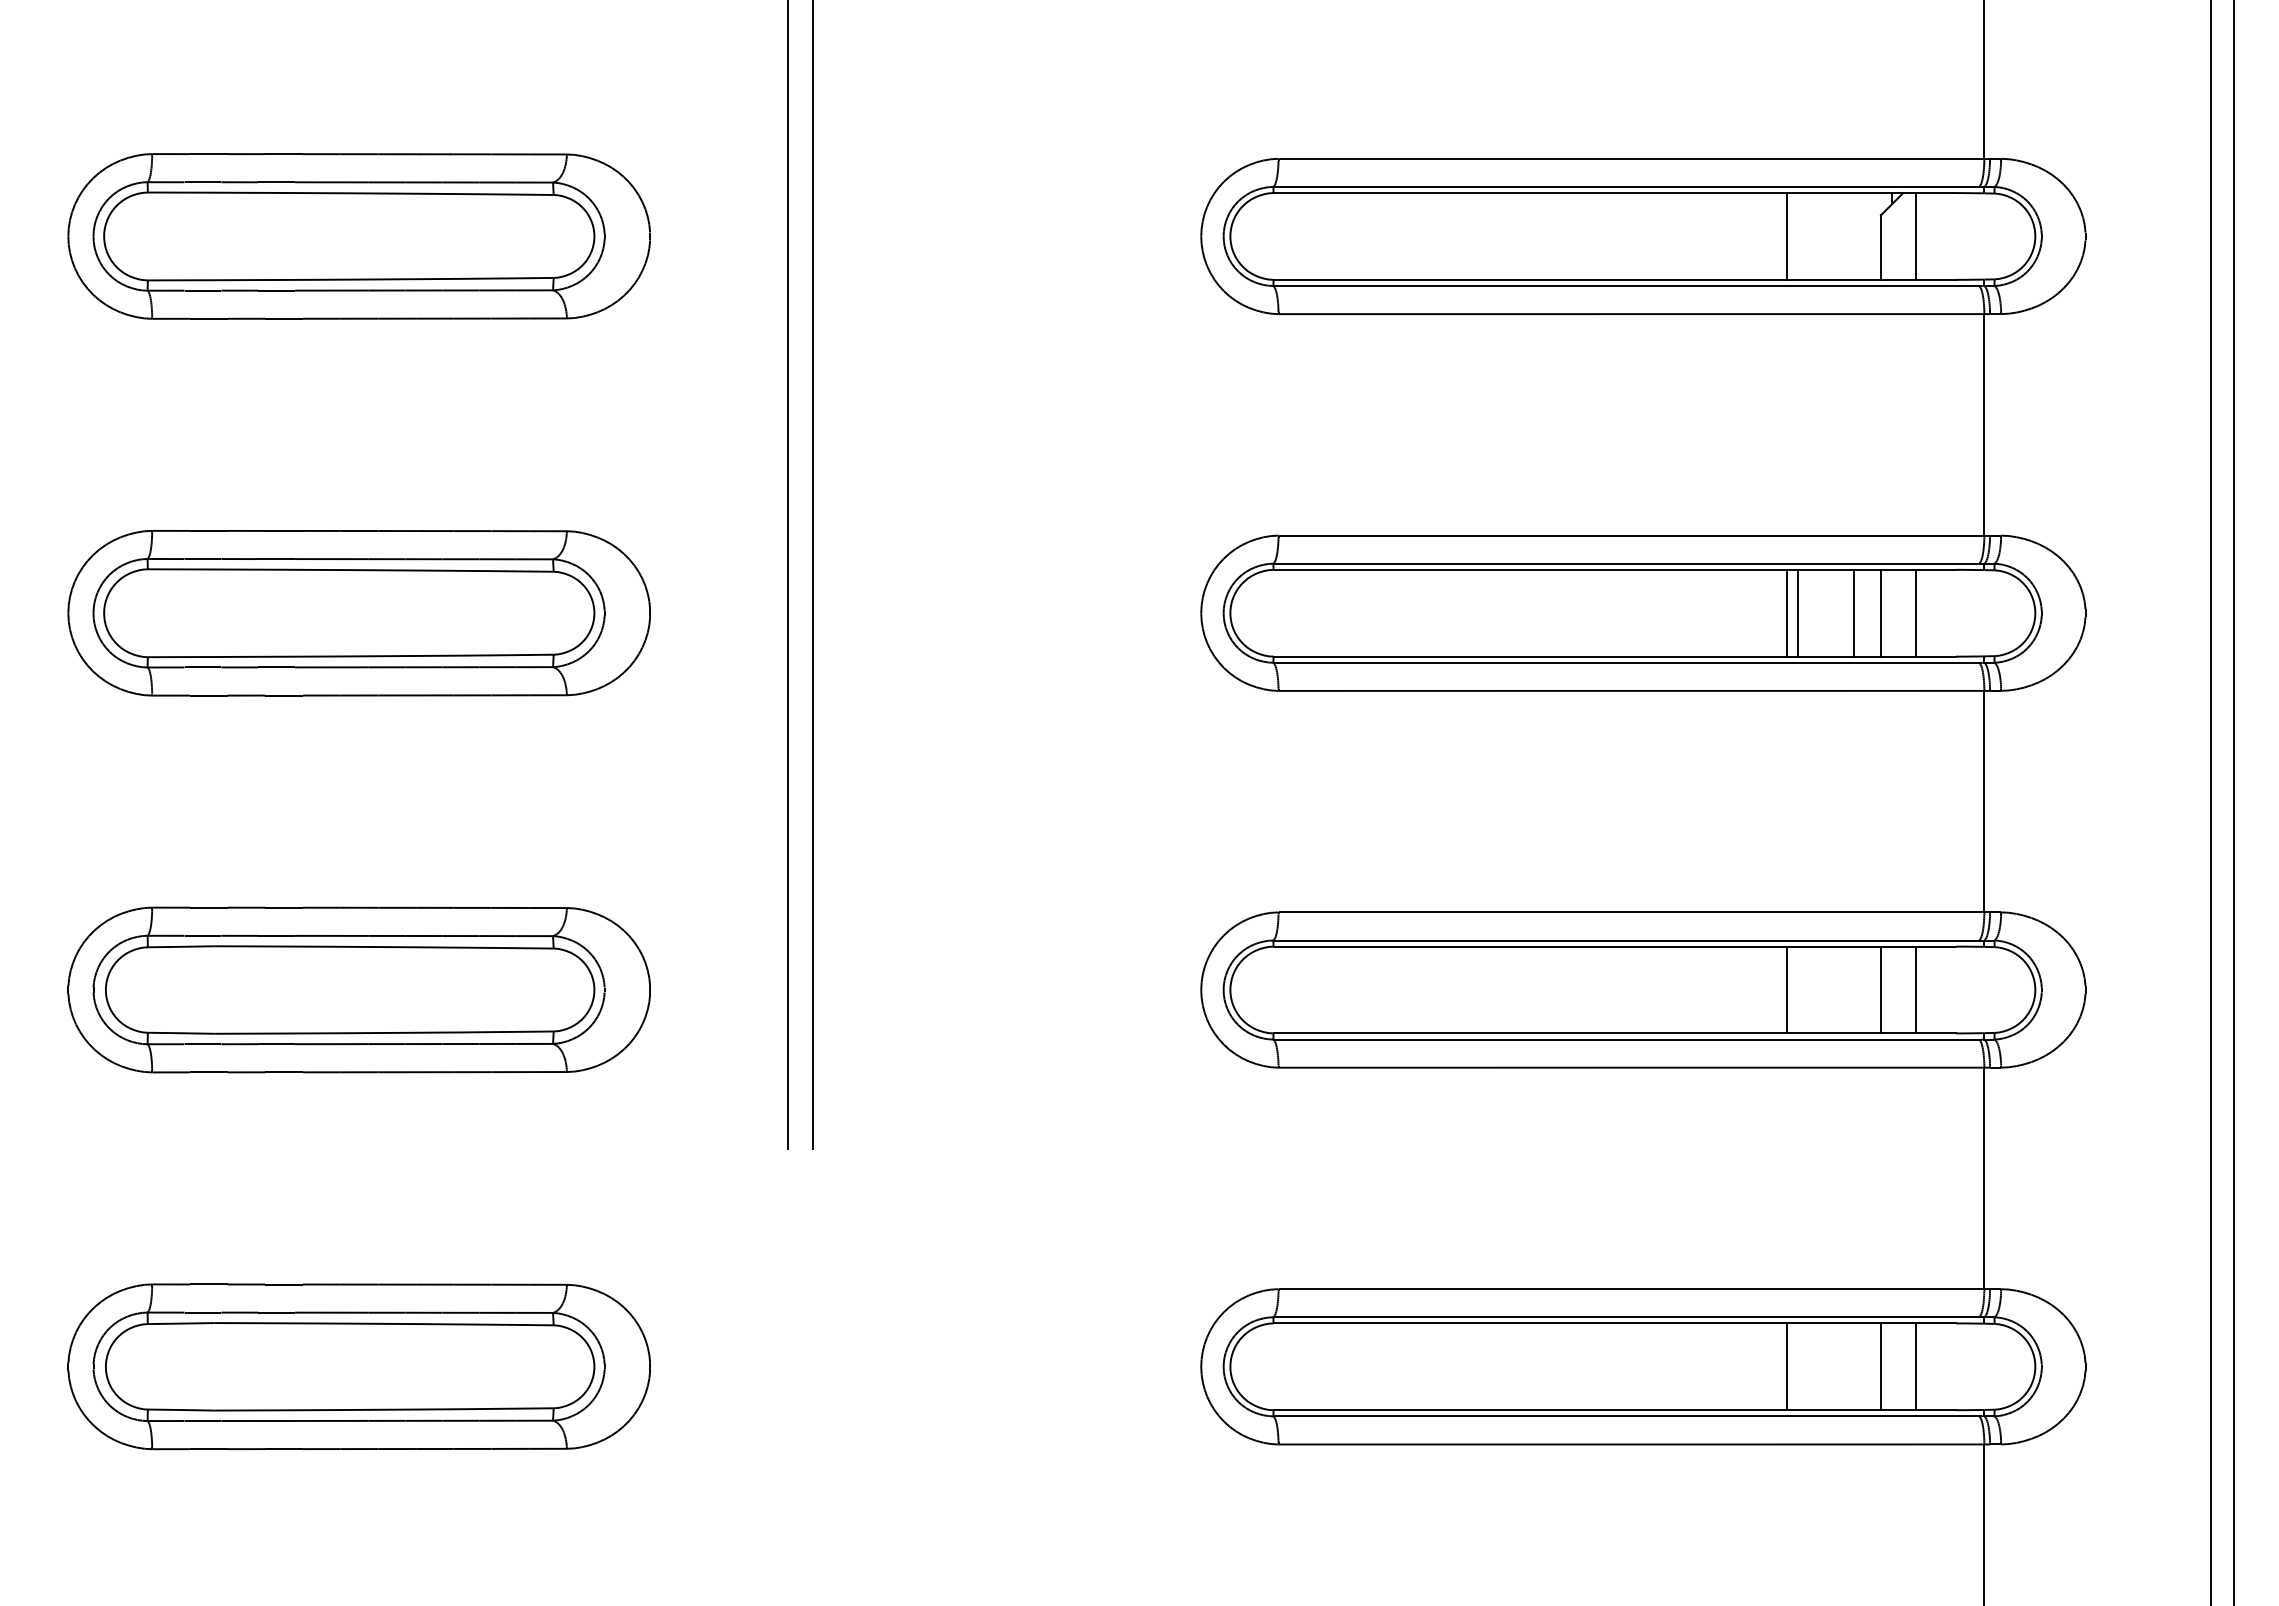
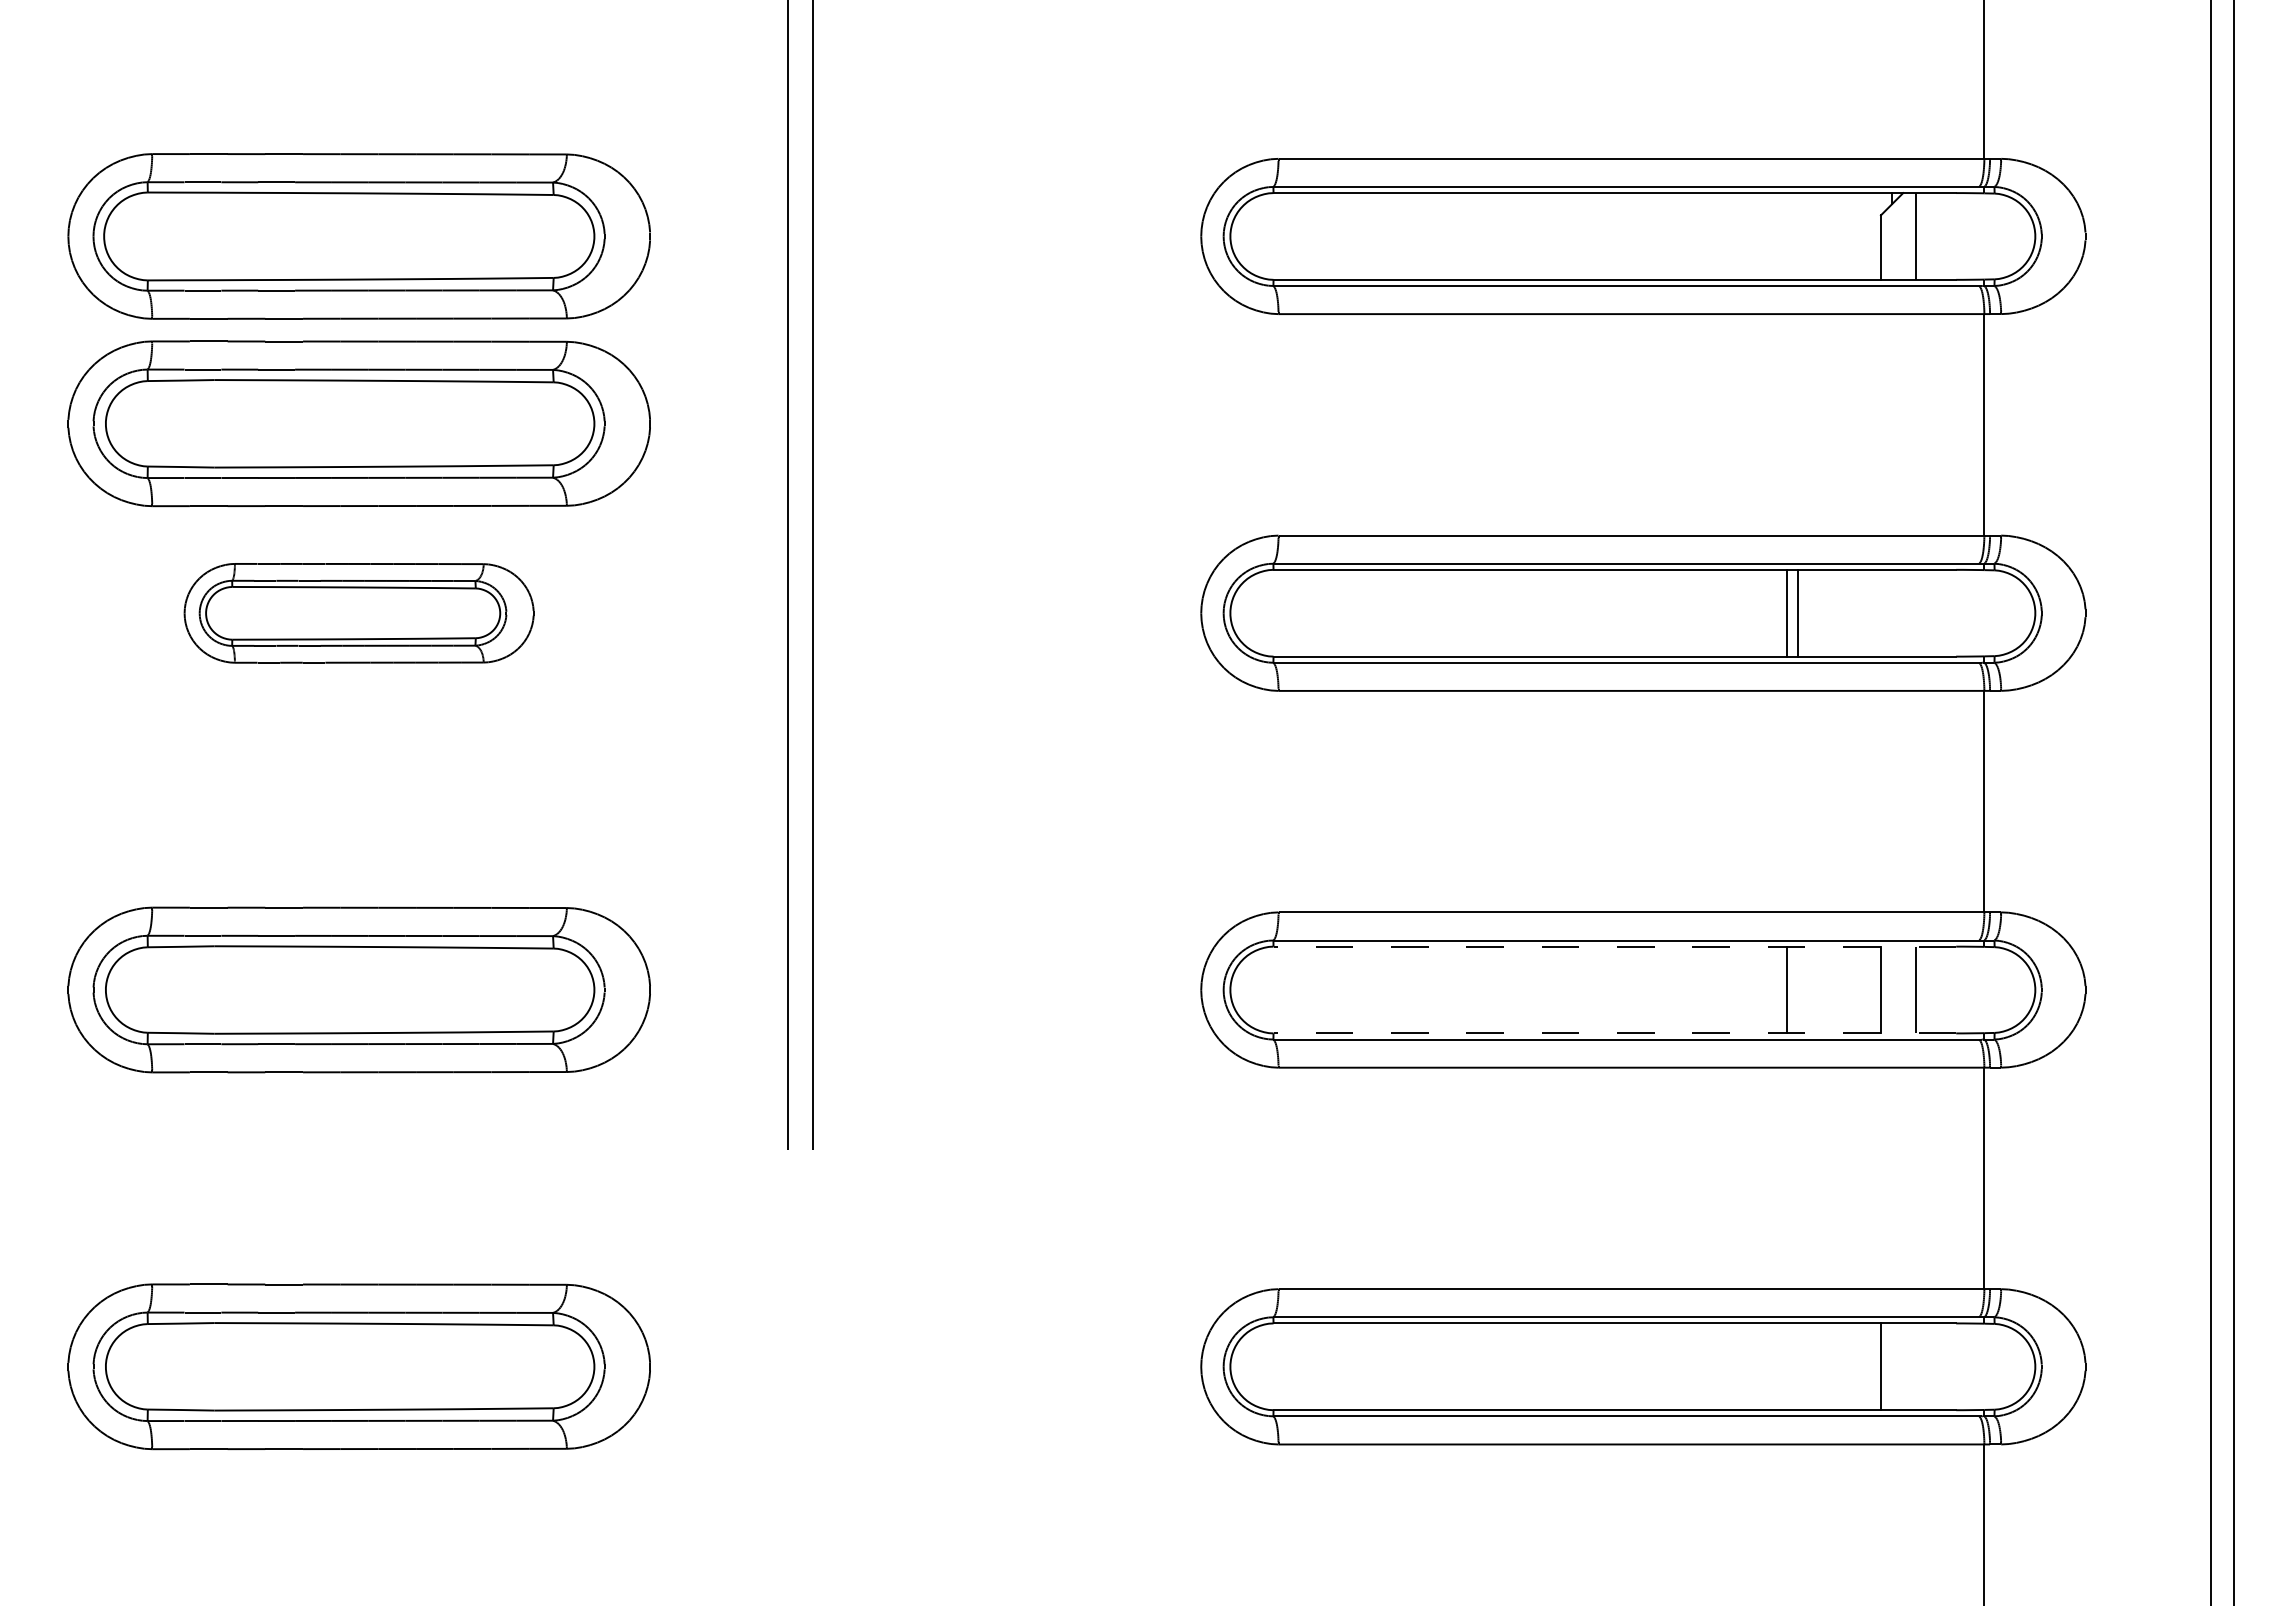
line at (1786, 236): present -> none
part at (358, 423): none -> present
line at (1854, 612): present -> none
line at (1880, 612): present -> none
line at (1916, 612): present -> none
part at (358, 613) size: 584x167 px -> 352x101 px
line at (1614, 946): solid -> dashed
line at (1614, 1033): solid -> dashed
line at (1786, 1366): present -> none
line at (1916, 1366): present -> none
